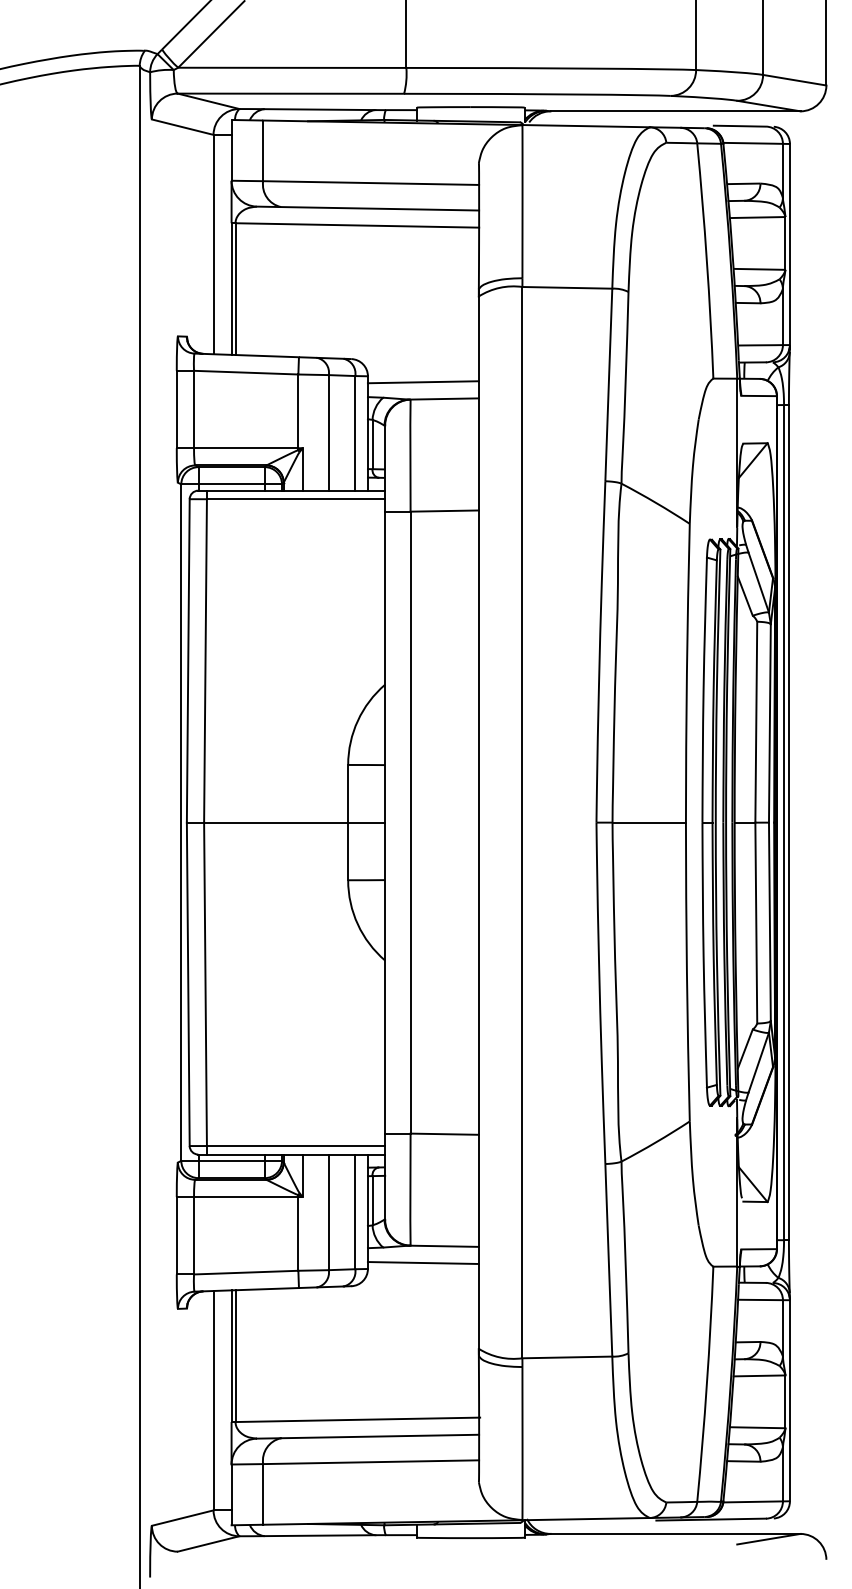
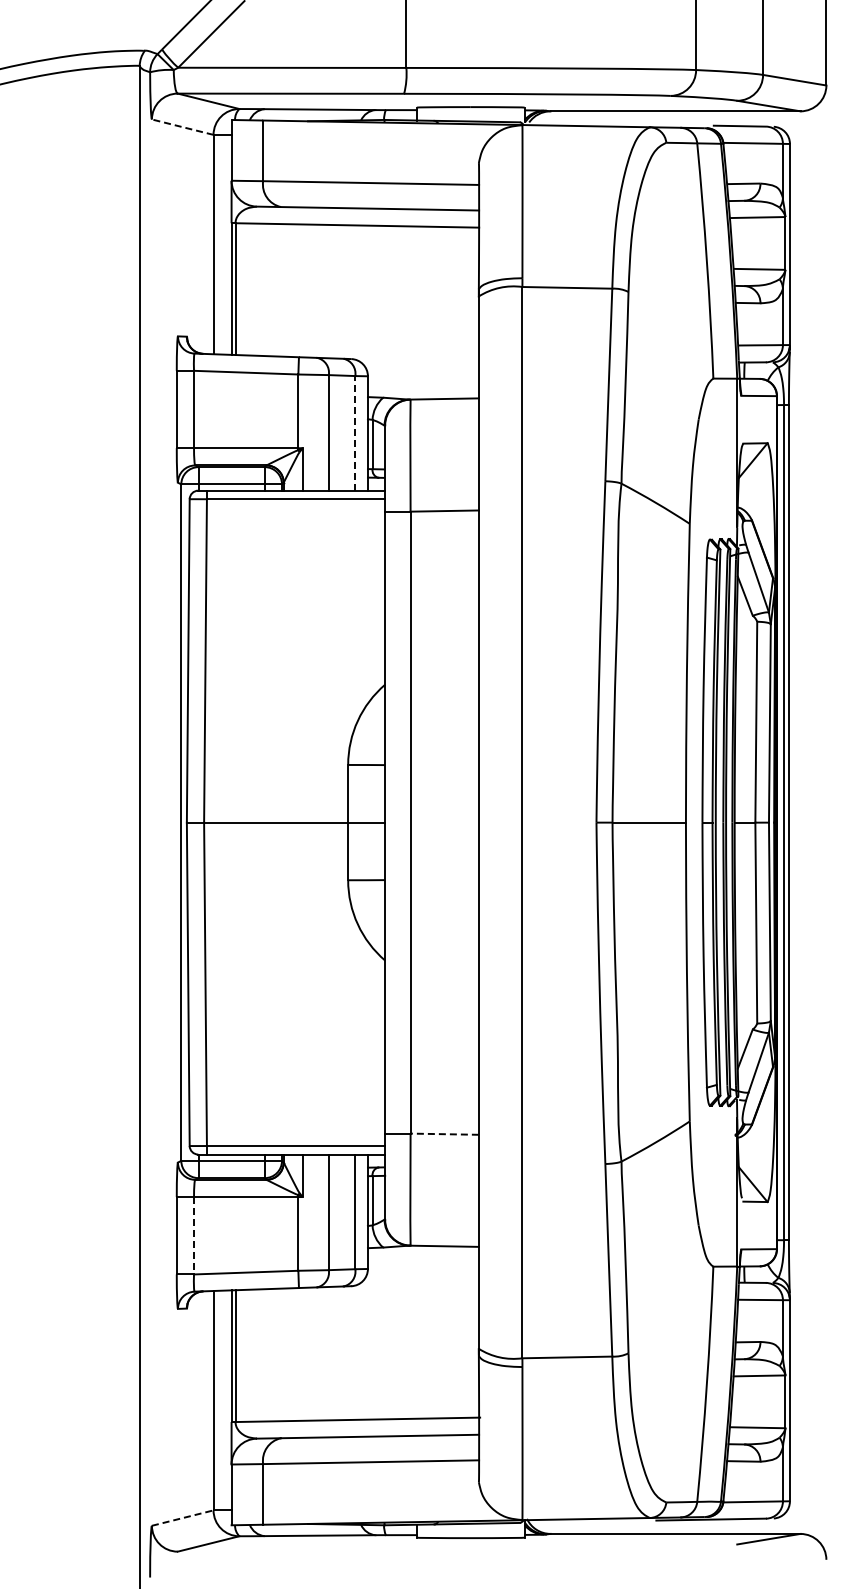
line at (182, 127): solid -> dashed
line at (422, 382): present -> none
line at (355, 432): solid -> dashed
line at (444, 1134): solid -> dashed
line at (194, 1235): solid -> dashed
line at (422, 1262): present -> none
line at (182, 1518): solid -> dashed
